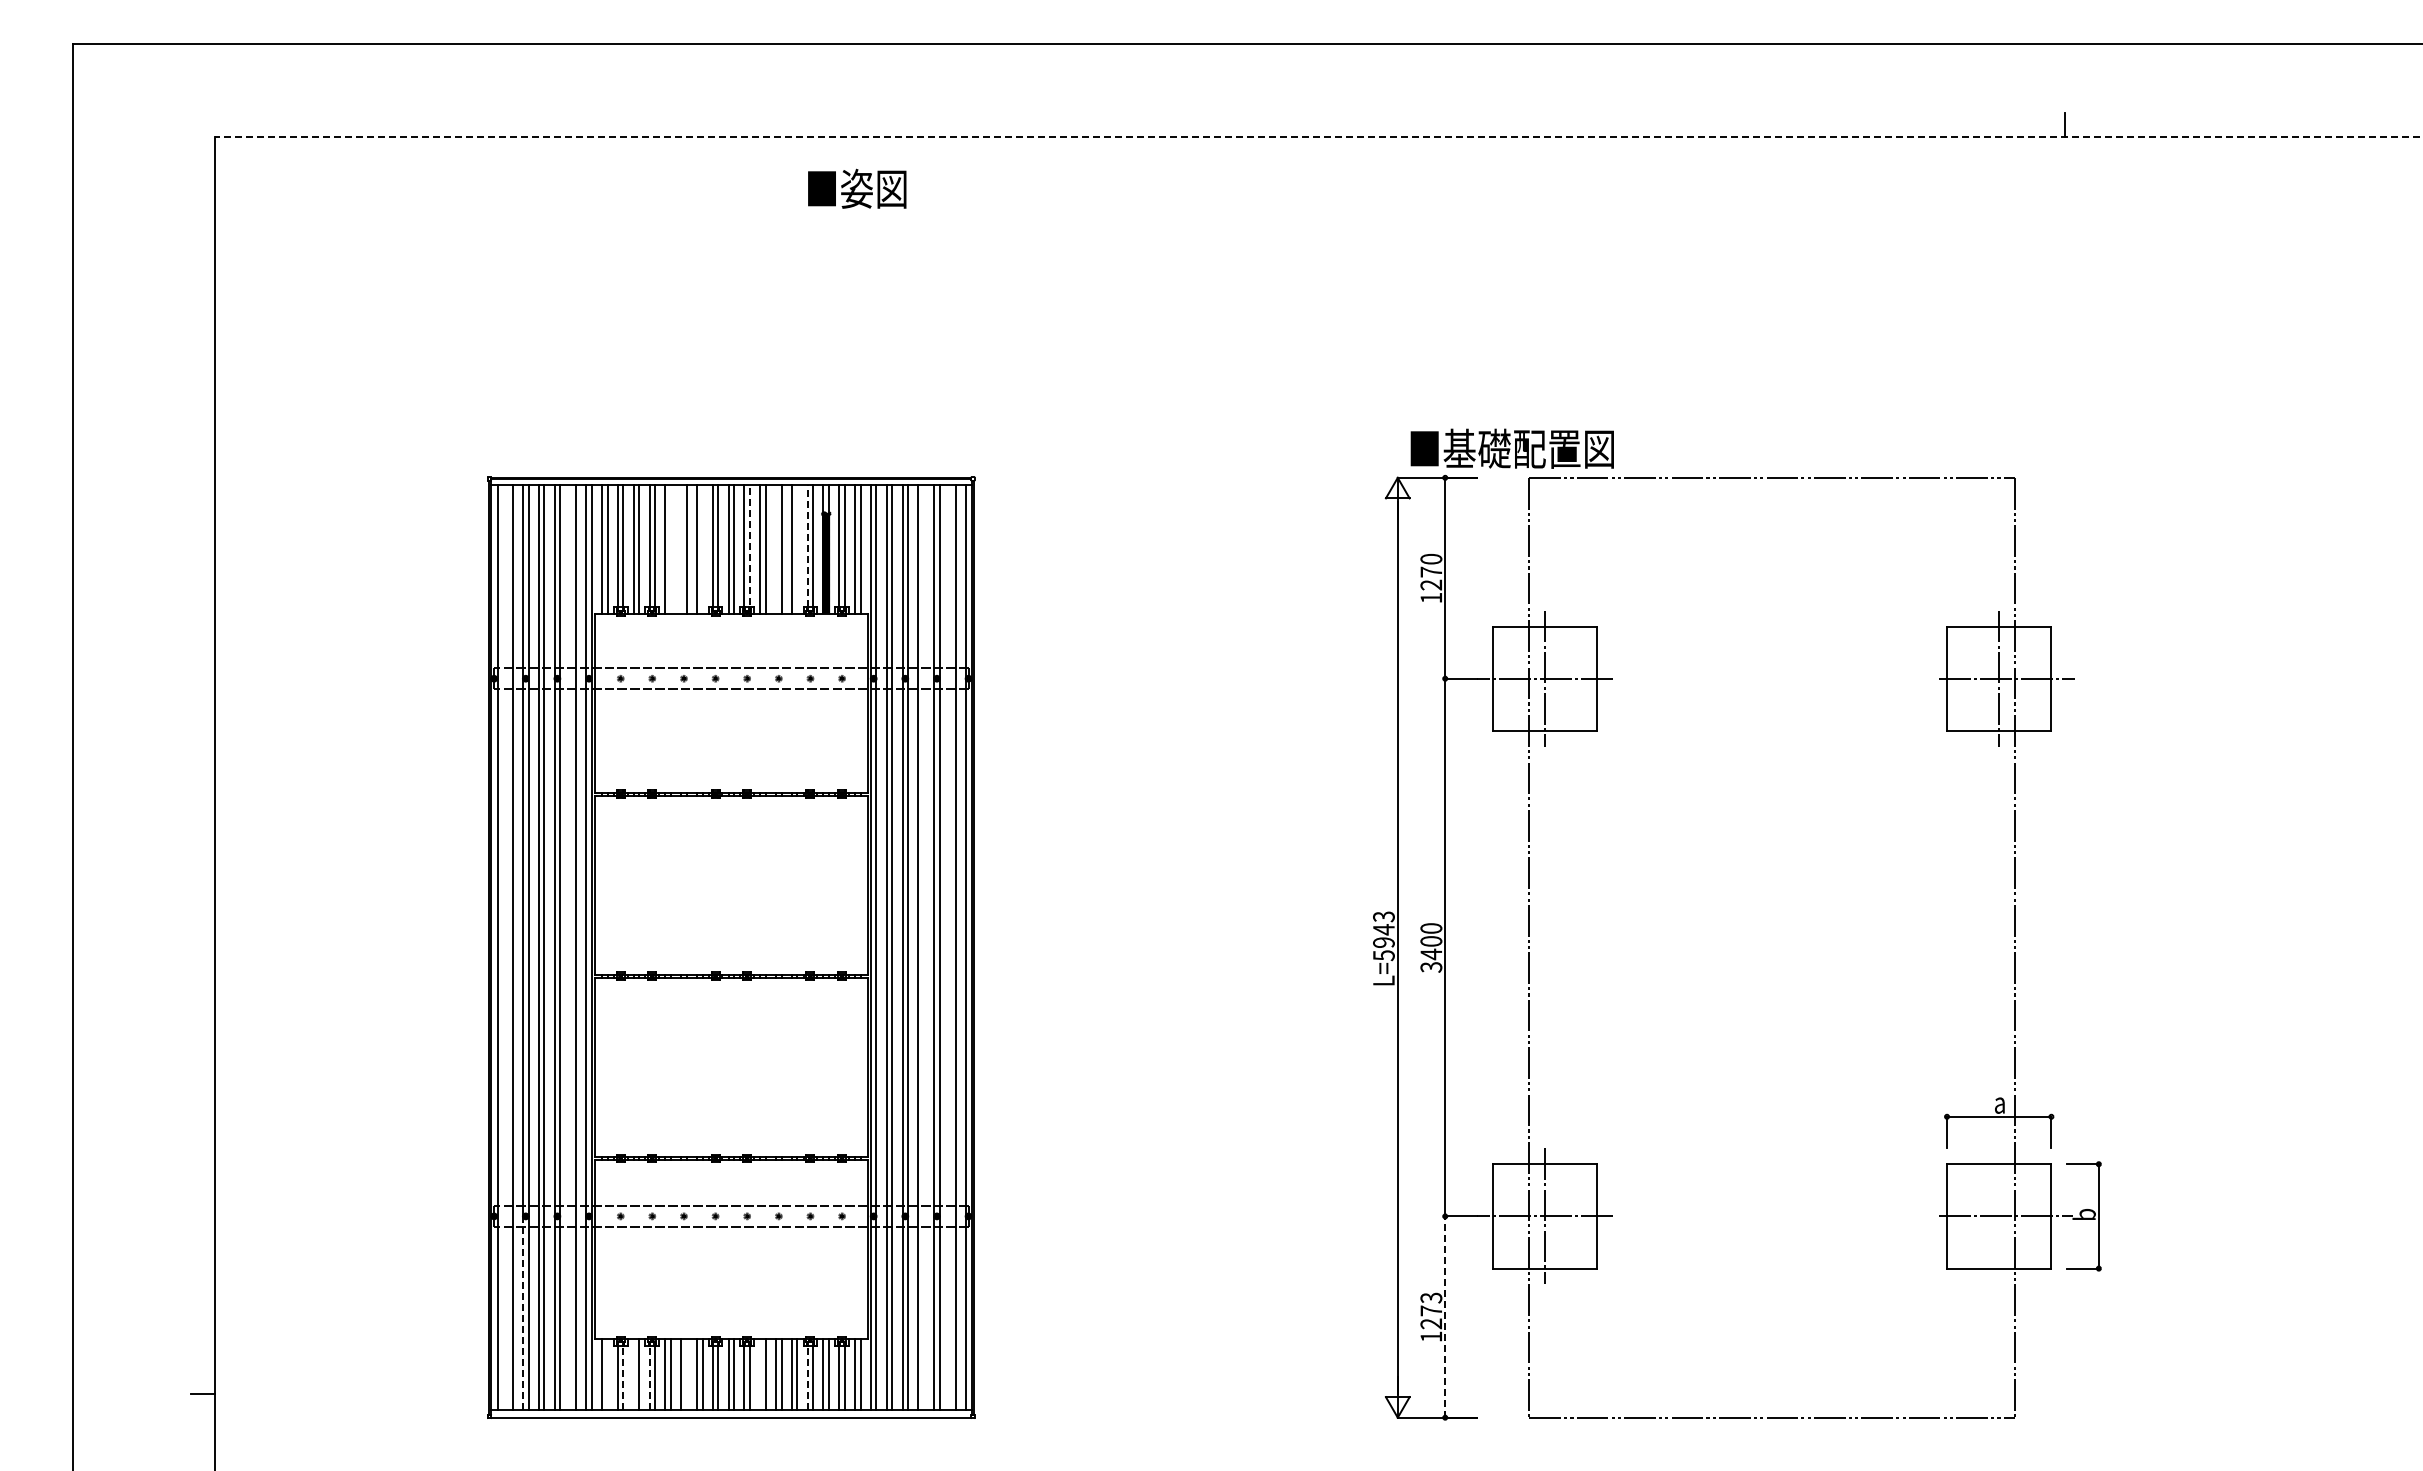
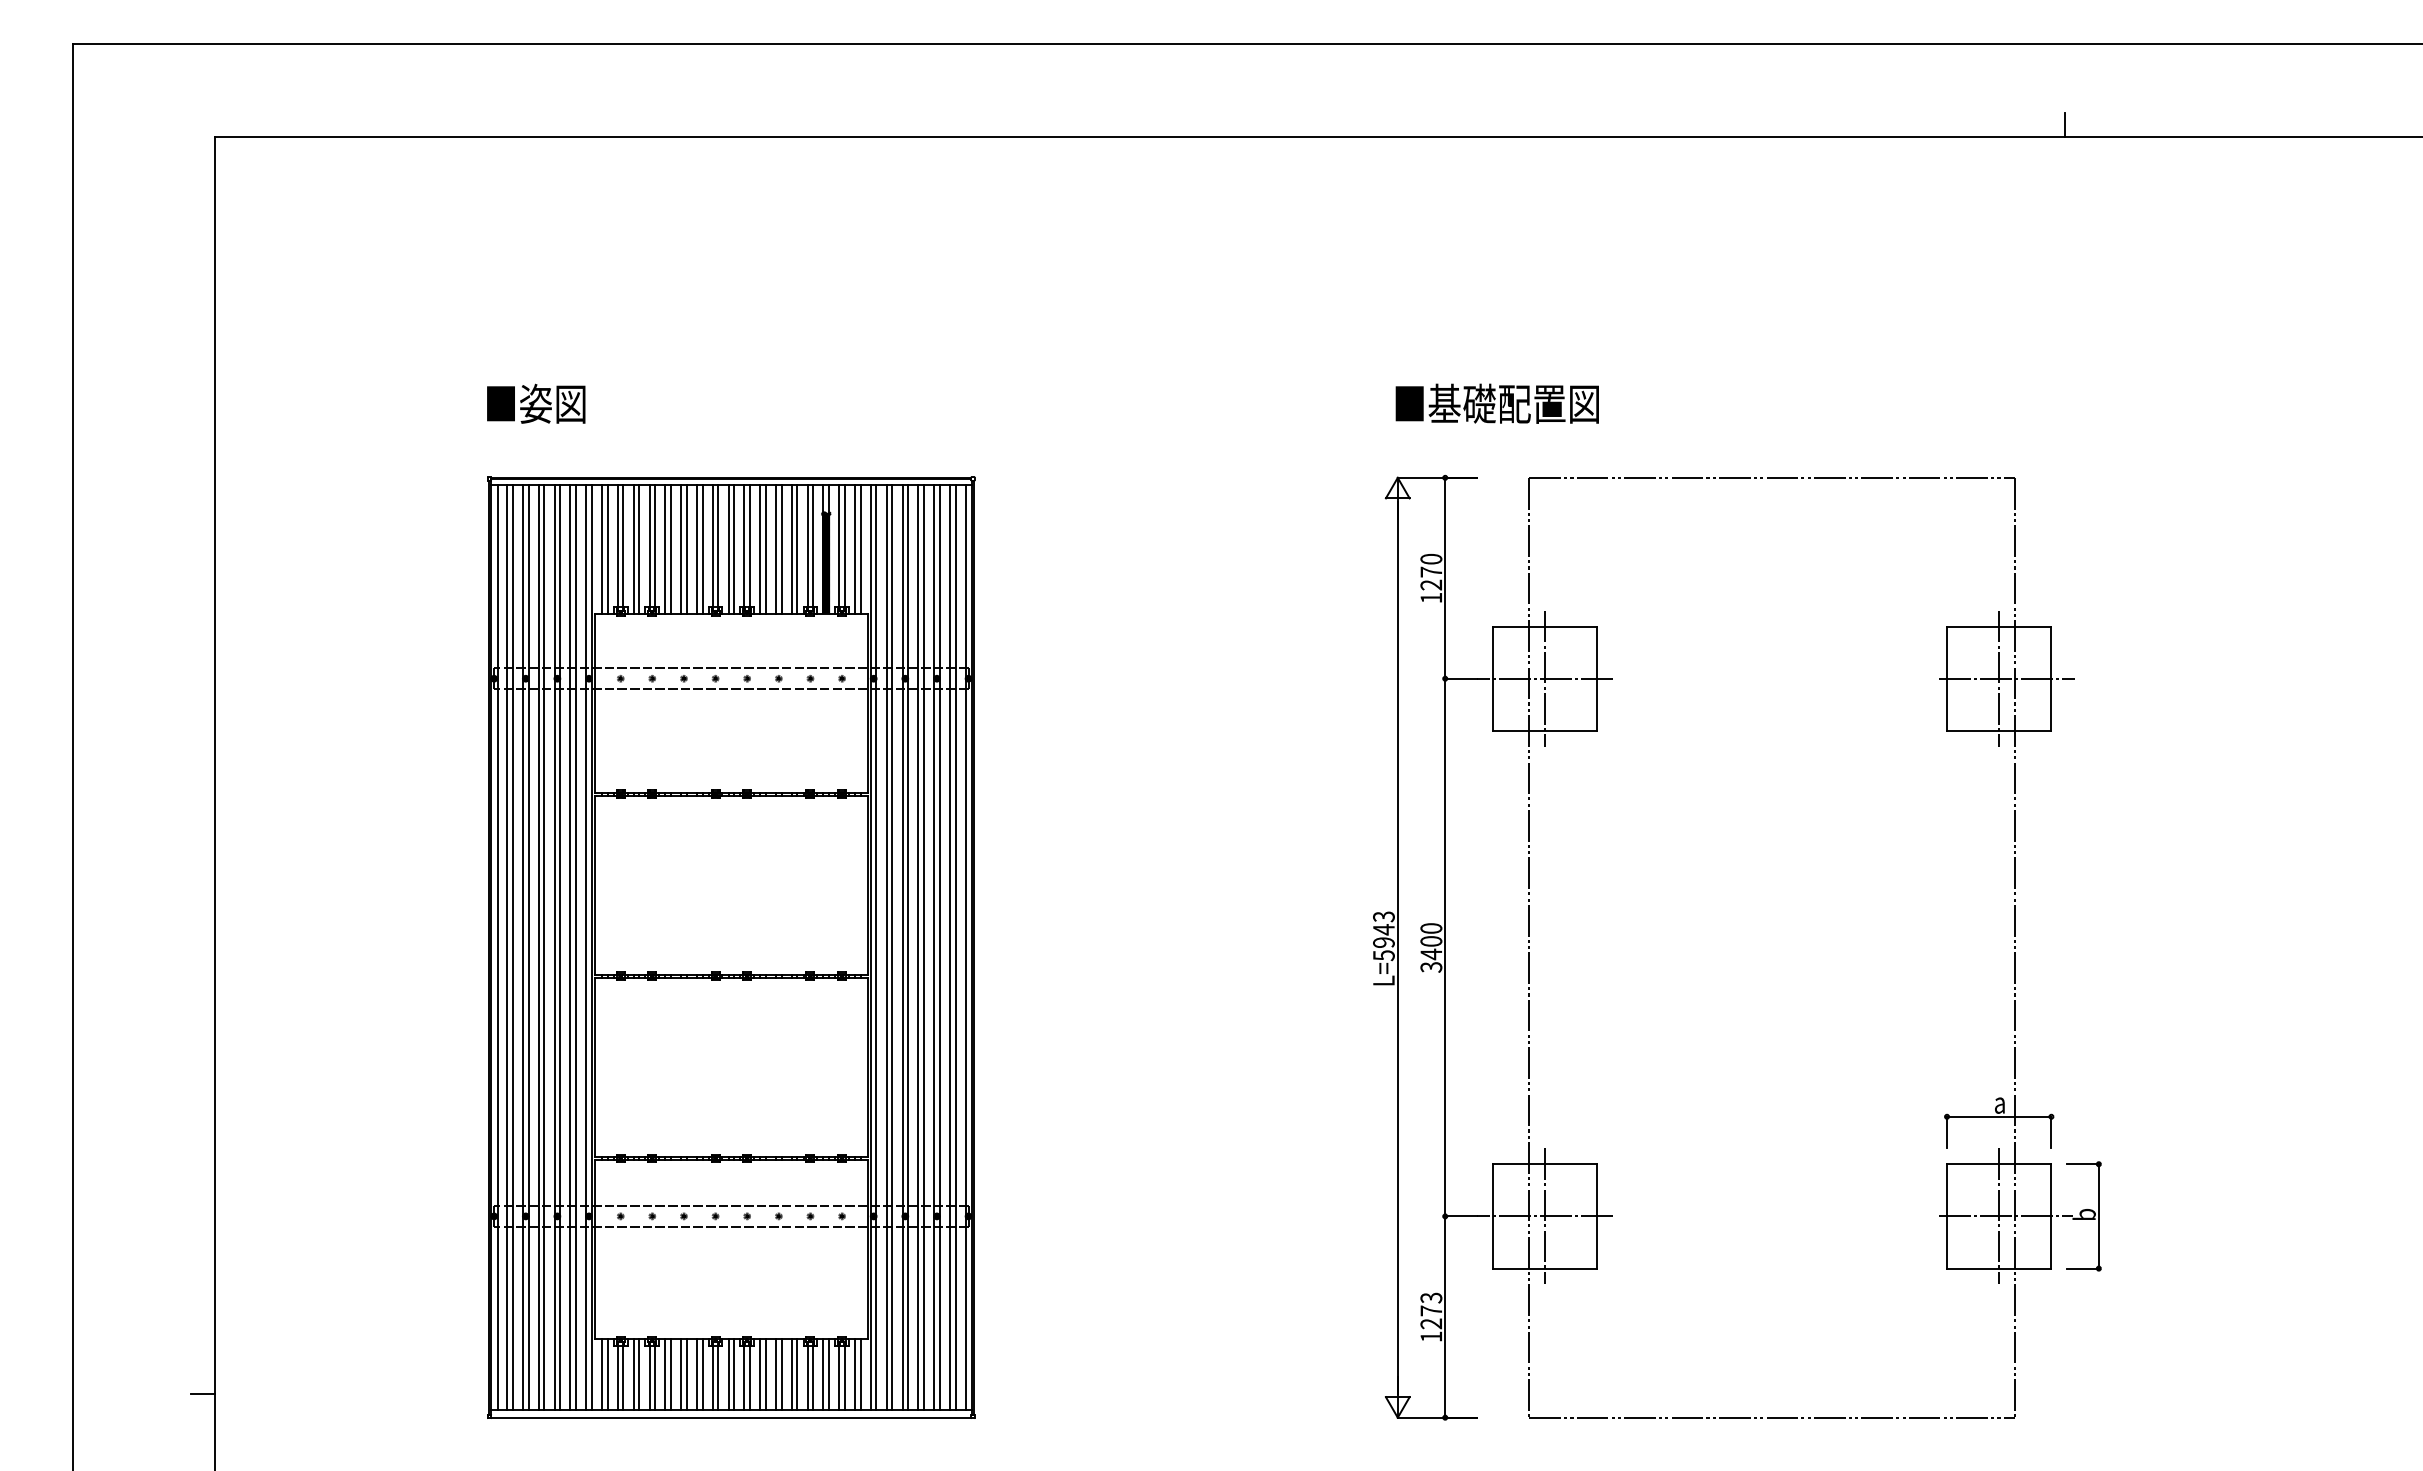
line at (1318, 136): dashed -> solid
text at (857, 188) position: (857, 188) -> (536, 403)
text at (1511, 448) position: (1511, 448) -> (1496, 403)
line at (807, 545): dashed -> solid
line at (670, 548): none -> present
line at (681, 548): none -> present
line at (702, 548): none -> present
line at (776, 548): none -> present
line at (797, 548): none -> present
line at (749, 549): dashed -> solid
line at (507, 947): none -> present
line at (570, 947): none -> present
line at (923, 947): none -> present
line at (949, 947): none -> present
line at (1999, 1216): none -> present
line at (523, 1313): dashed -> solid
line at (1445, 1317): dashed -> solid
line at (607, 1374): none -> present
line at (633, 1374): none -> present
line at (686, 1374): none -> present
line at (760, 1374): none -> present
line at (623, 1377): dashed -> solid
line at (649, 1377): dashed -> solid
line at (807, 1377): dashed -> solid
